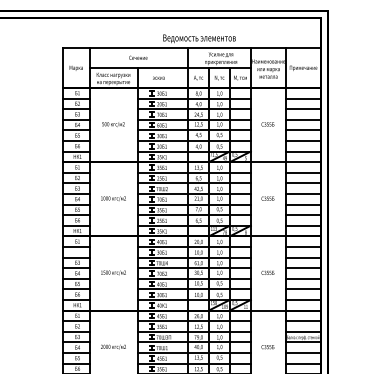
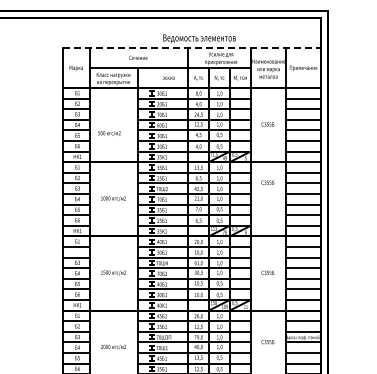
line at (192, 48): solid -> dashed
text at (158, 77) position: (158, 77) -> (168, 77)
text at (113, 124) position: (113, 124) -> (109, 133)
text at (267, 198) position: (267, 198) -> (267, 182)
text at (267, 347) position: (267, 347) -> (267, 342)
